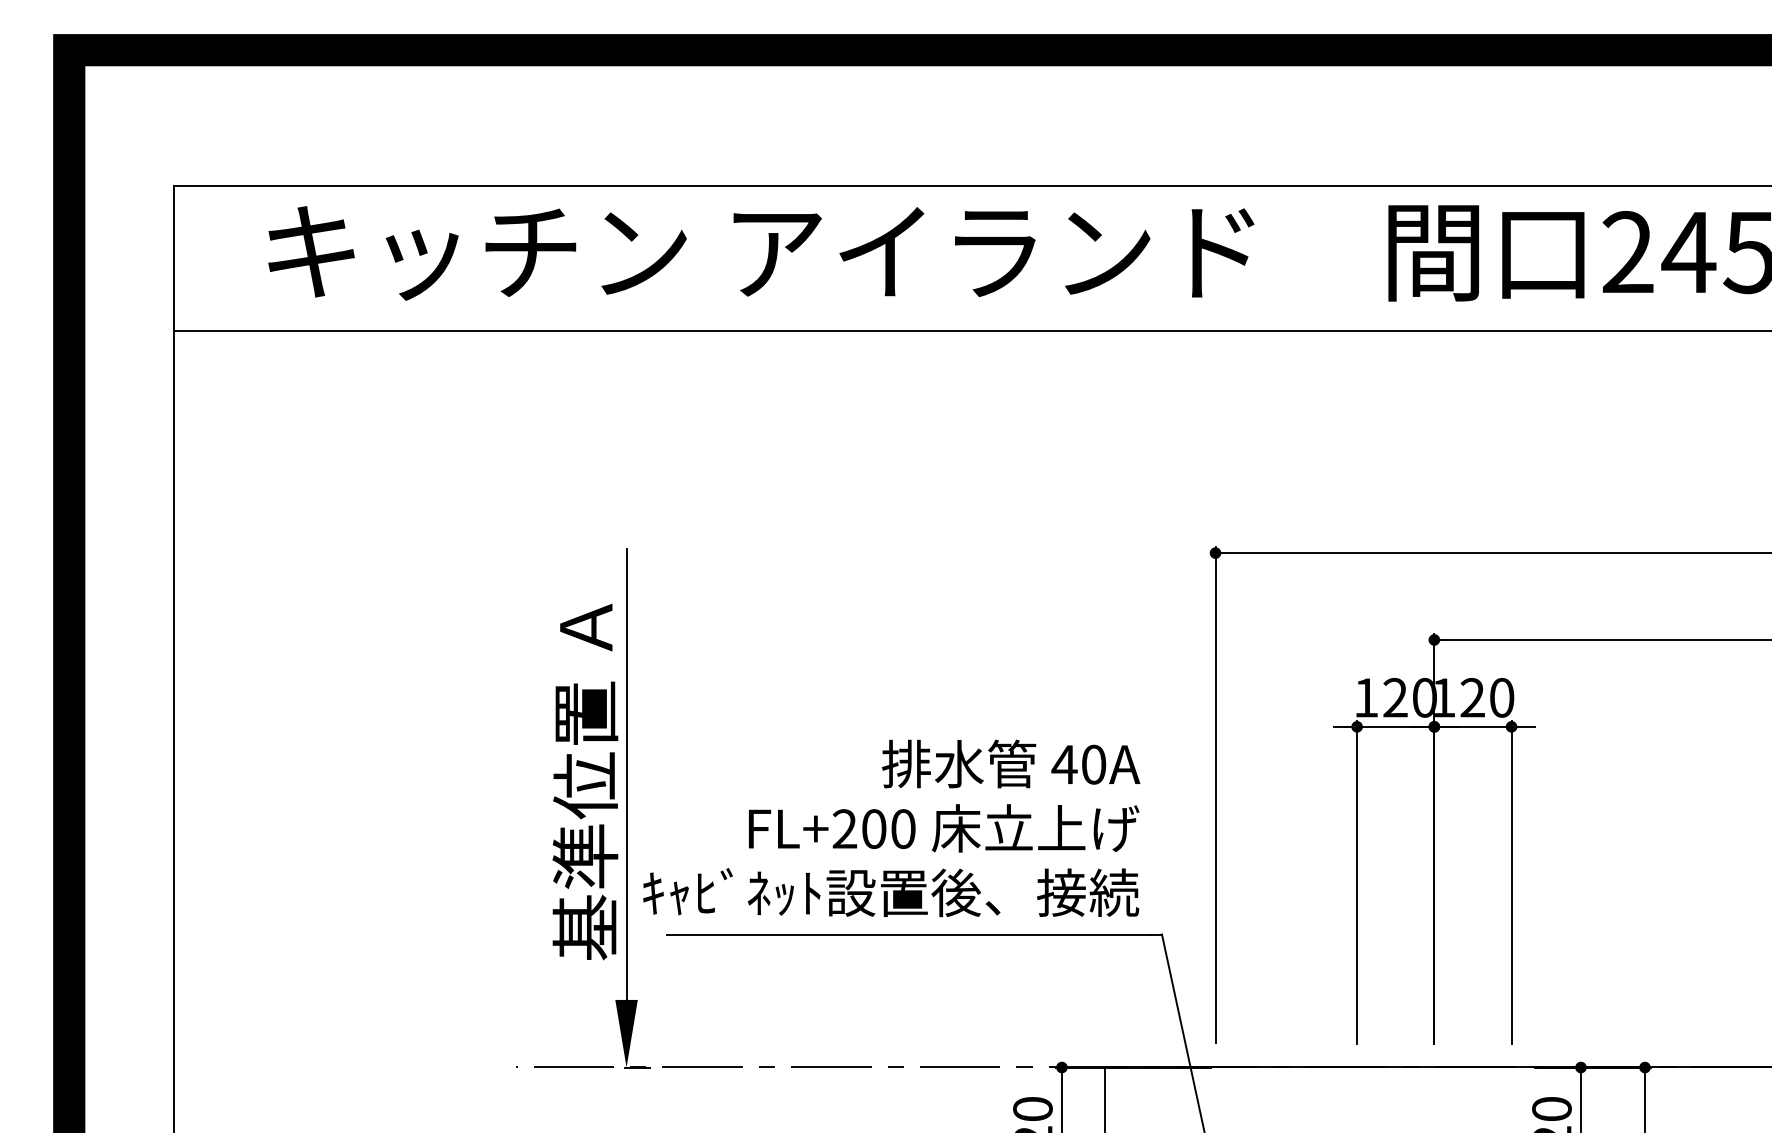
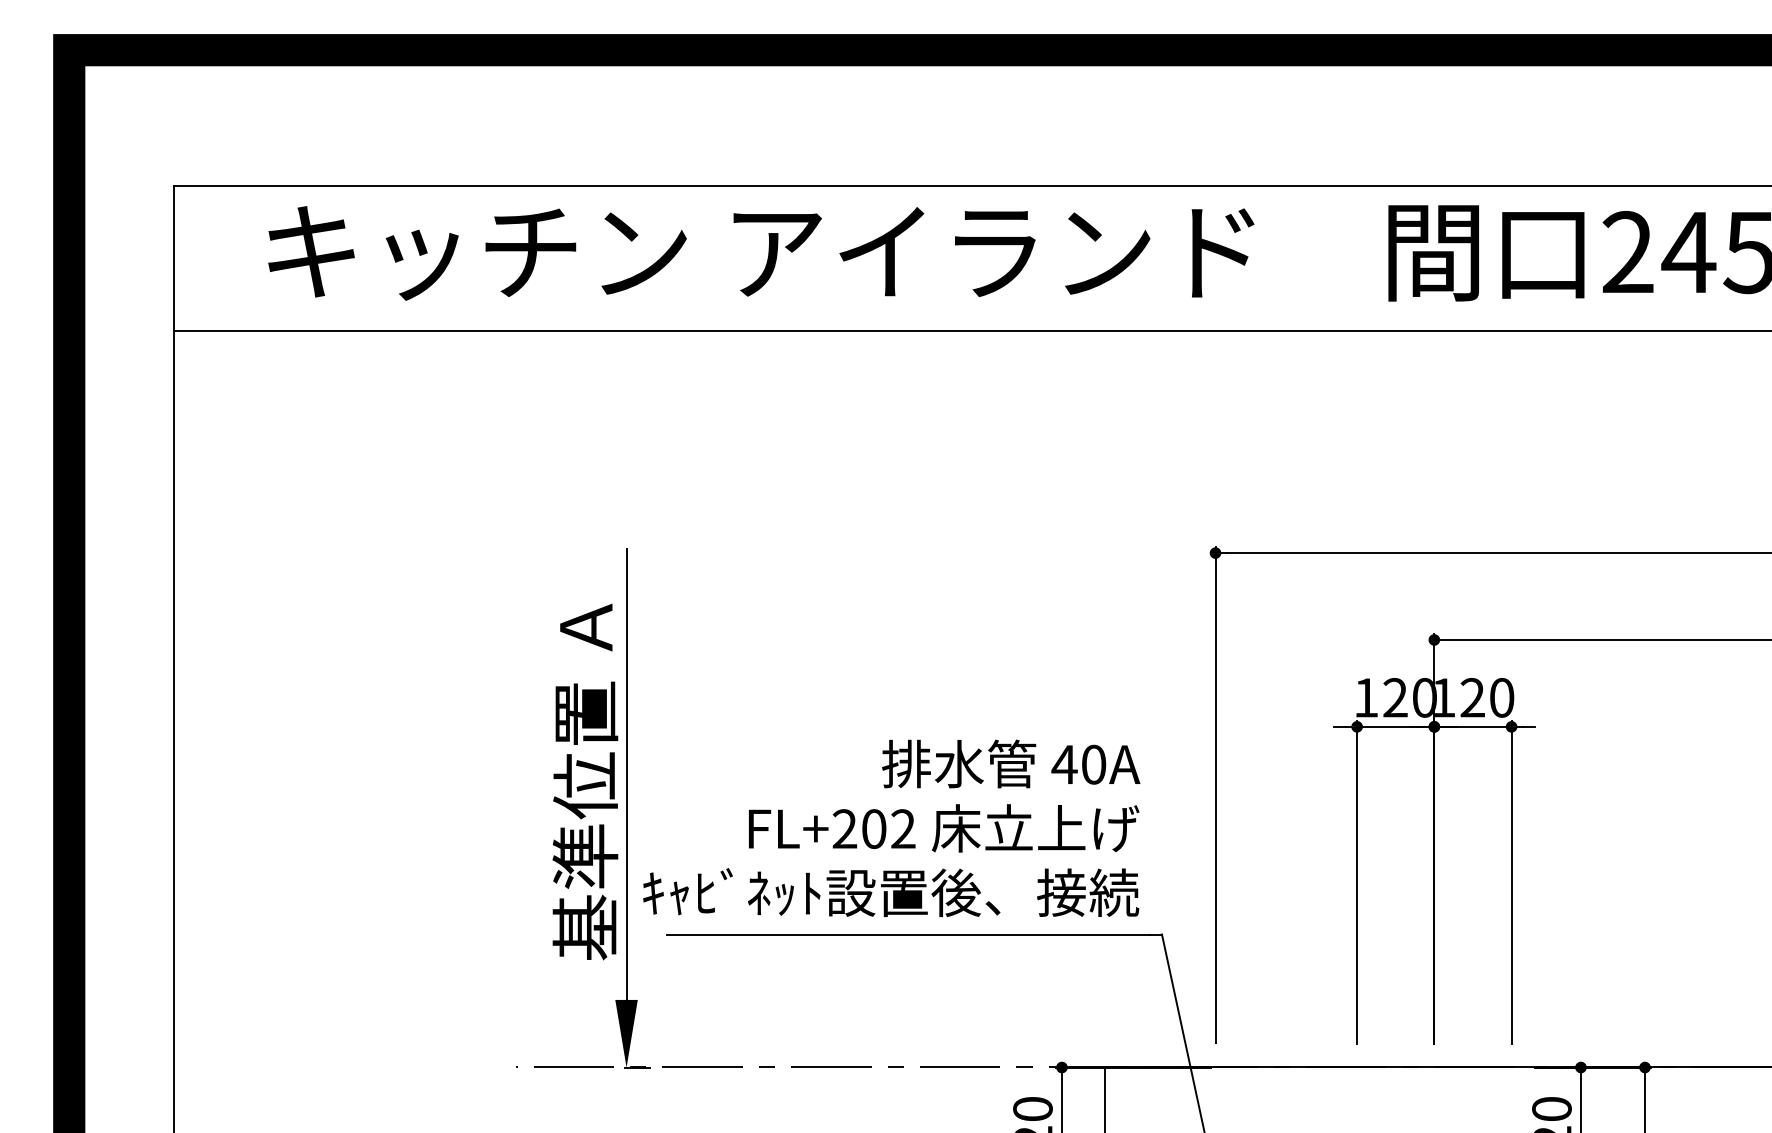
text at (903, 829): FL+200 -> FL+202
